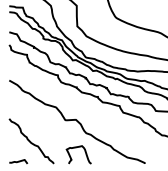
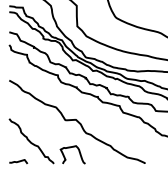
curve at (76, 148) position: (76, 148) -> (70, 148)
